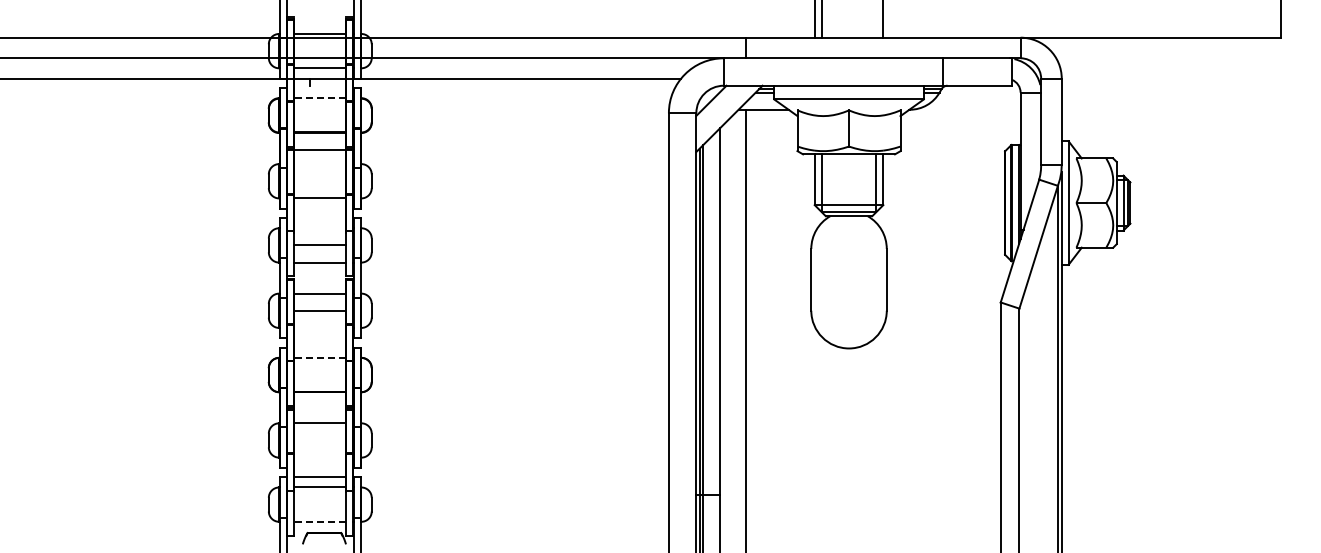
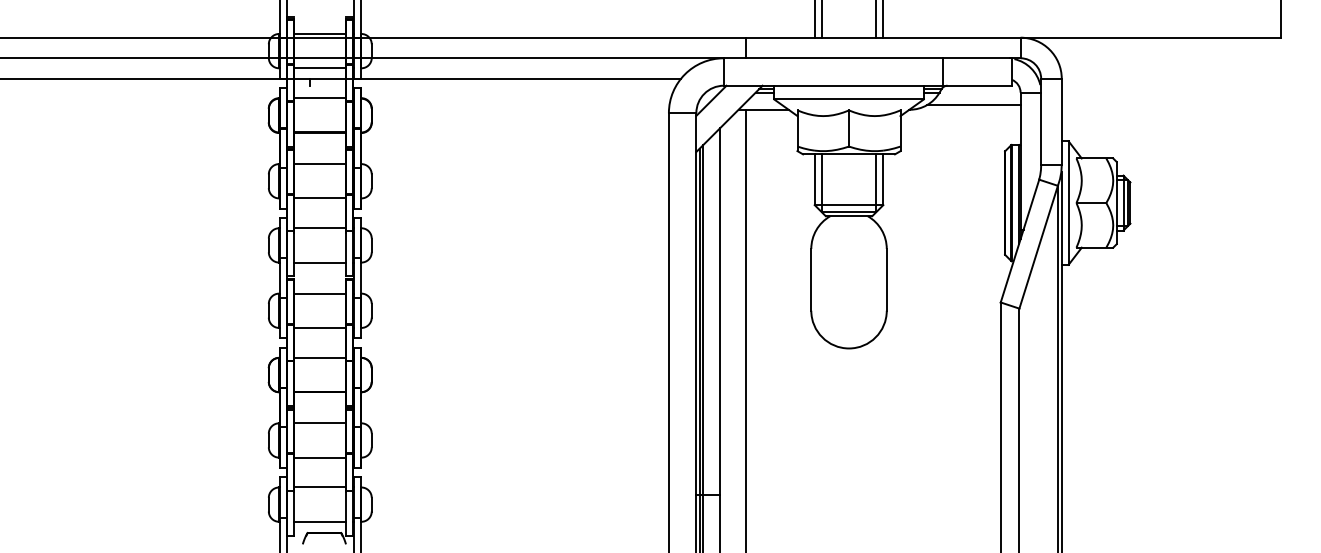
line at (876, 19): none -> present
line at (319, 98): dashed -> solid
line at (973, 104): none -> present
line at (320, 150) position: (320, 150) -> (320, 164)
line at (320, 245) position: (320, 245) -> (320, 228)
line at (320, 310) position: (320, 310) -> (320, 327)
line at (319, 357): dashed -> solid
line at (320, 476) position: (320, 476) -> (320, 457)
line at (319, 521): dashed -> solid
